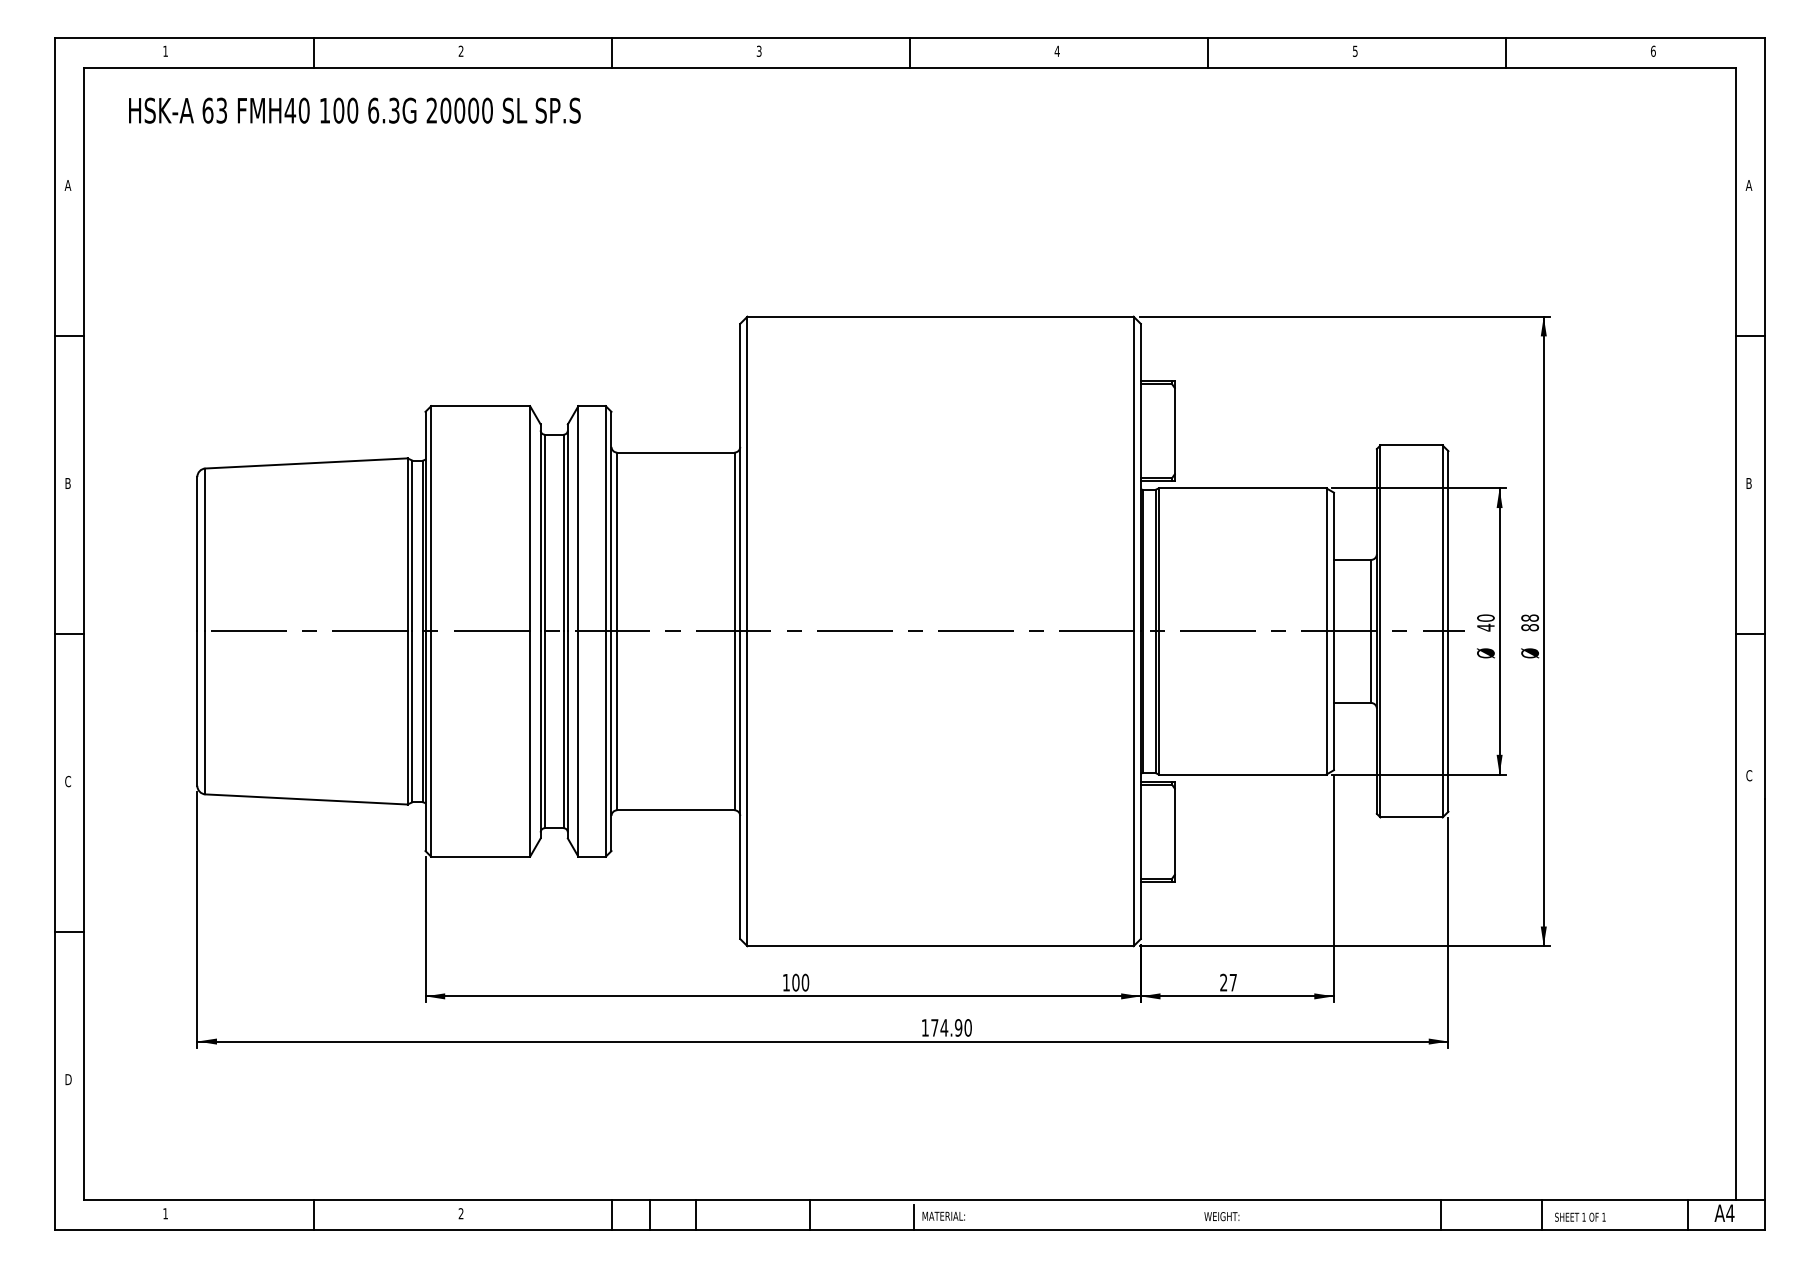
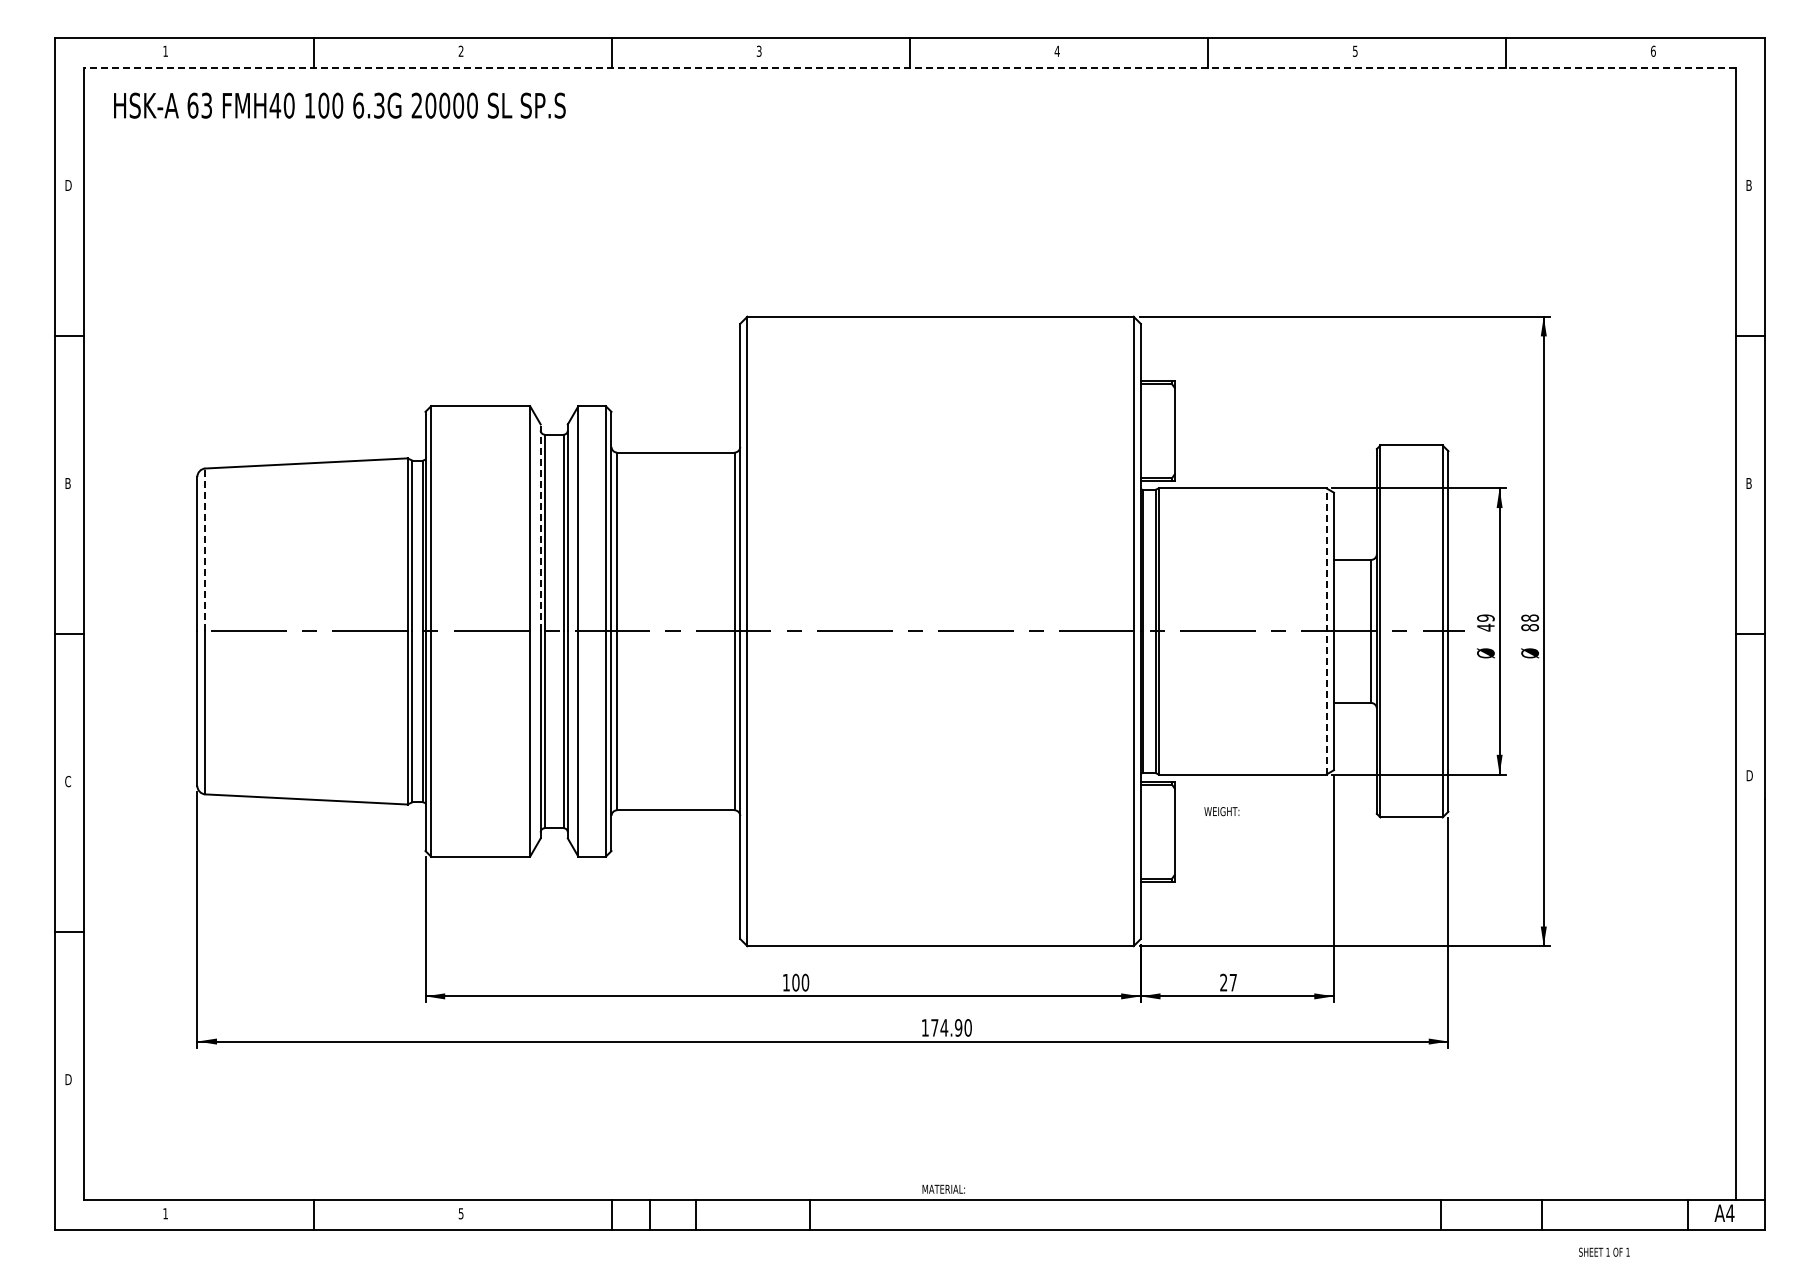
line at (910, 67): solid -> dashed
text at (354, 110) position: (354, 110) -> (339, 105)
text at (67, 185): A -> D
text at (1748, 185): A -> B
line at (540, 527): solid -> dashed
line at (205, 549): solid -> dashed
text at (1485, 617): 40 -> 49
line at (1326, 630): solid -> dashed
text at (1749, 775): C -> D
text at (460, 1213): 2 -> 5
text at (943, 1215) position: (943, 1215) -> (943, 1188)
text at (1221, 1216) position: (1221, 1216) -> (1221, 811)
text at (1580, 1216) position: (1580, 1216) -> (1604, 1251)
line at (914, 1217): present -> none
